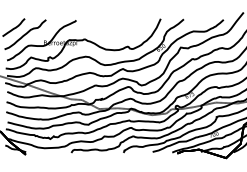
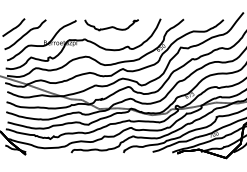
curve at (111, 26): none -> present
